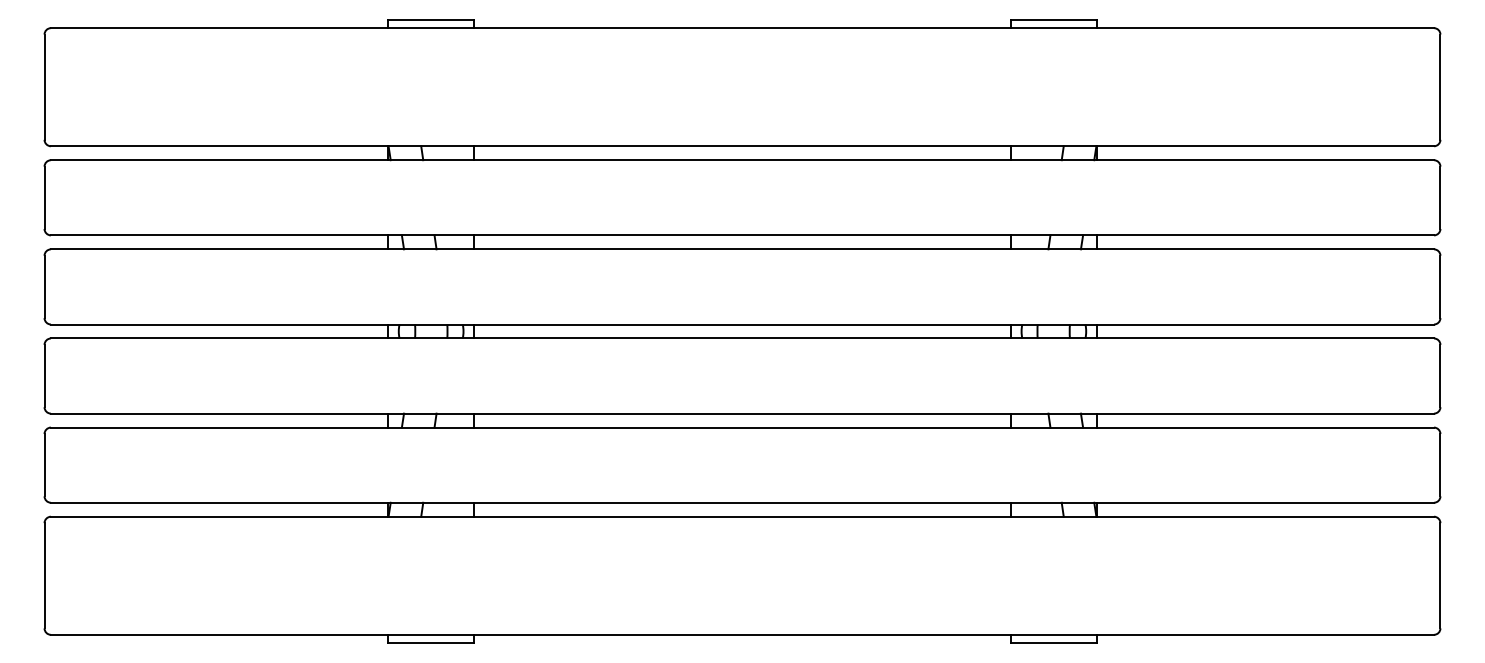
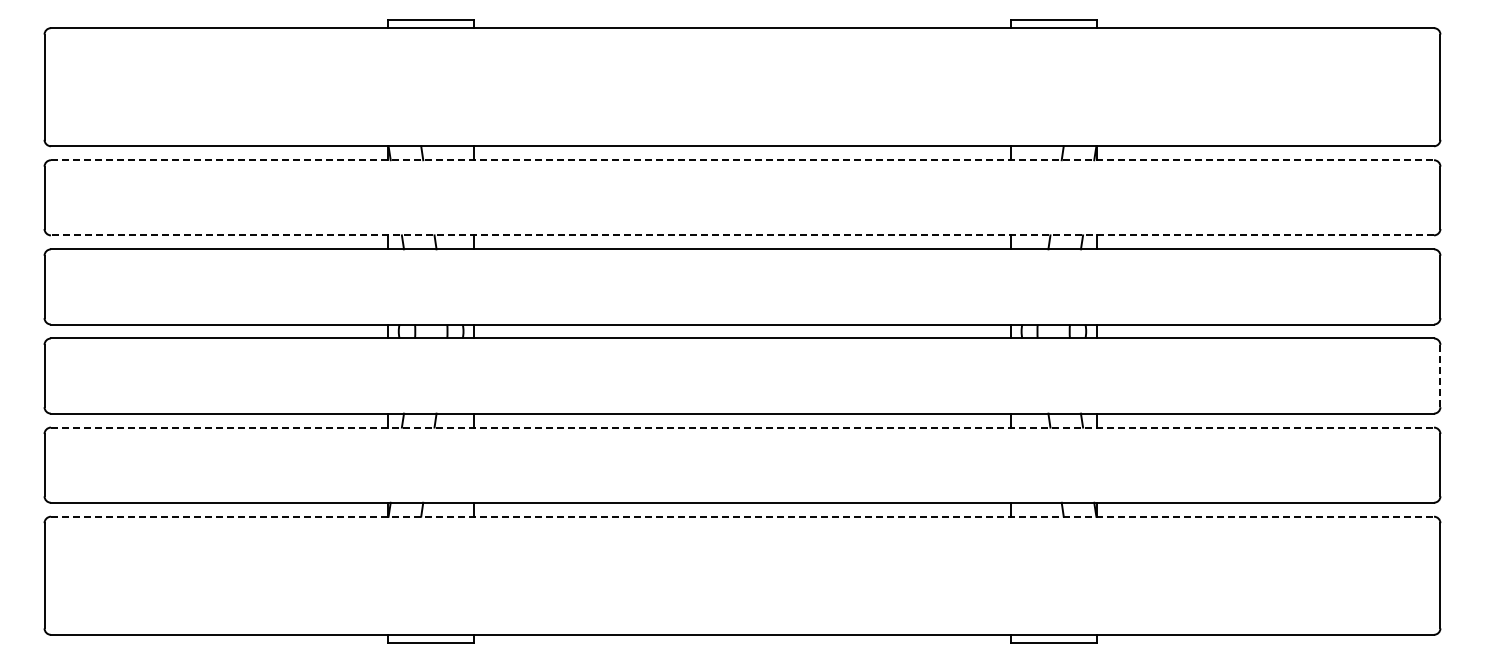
line at (742, 160): solid -> dashed
line at (742, 235): solid -> dashed
line at (1440, 376): solid -> dashed
line at (742, 427): solid -> dashed
line at (742, 516): solid -> dashed
